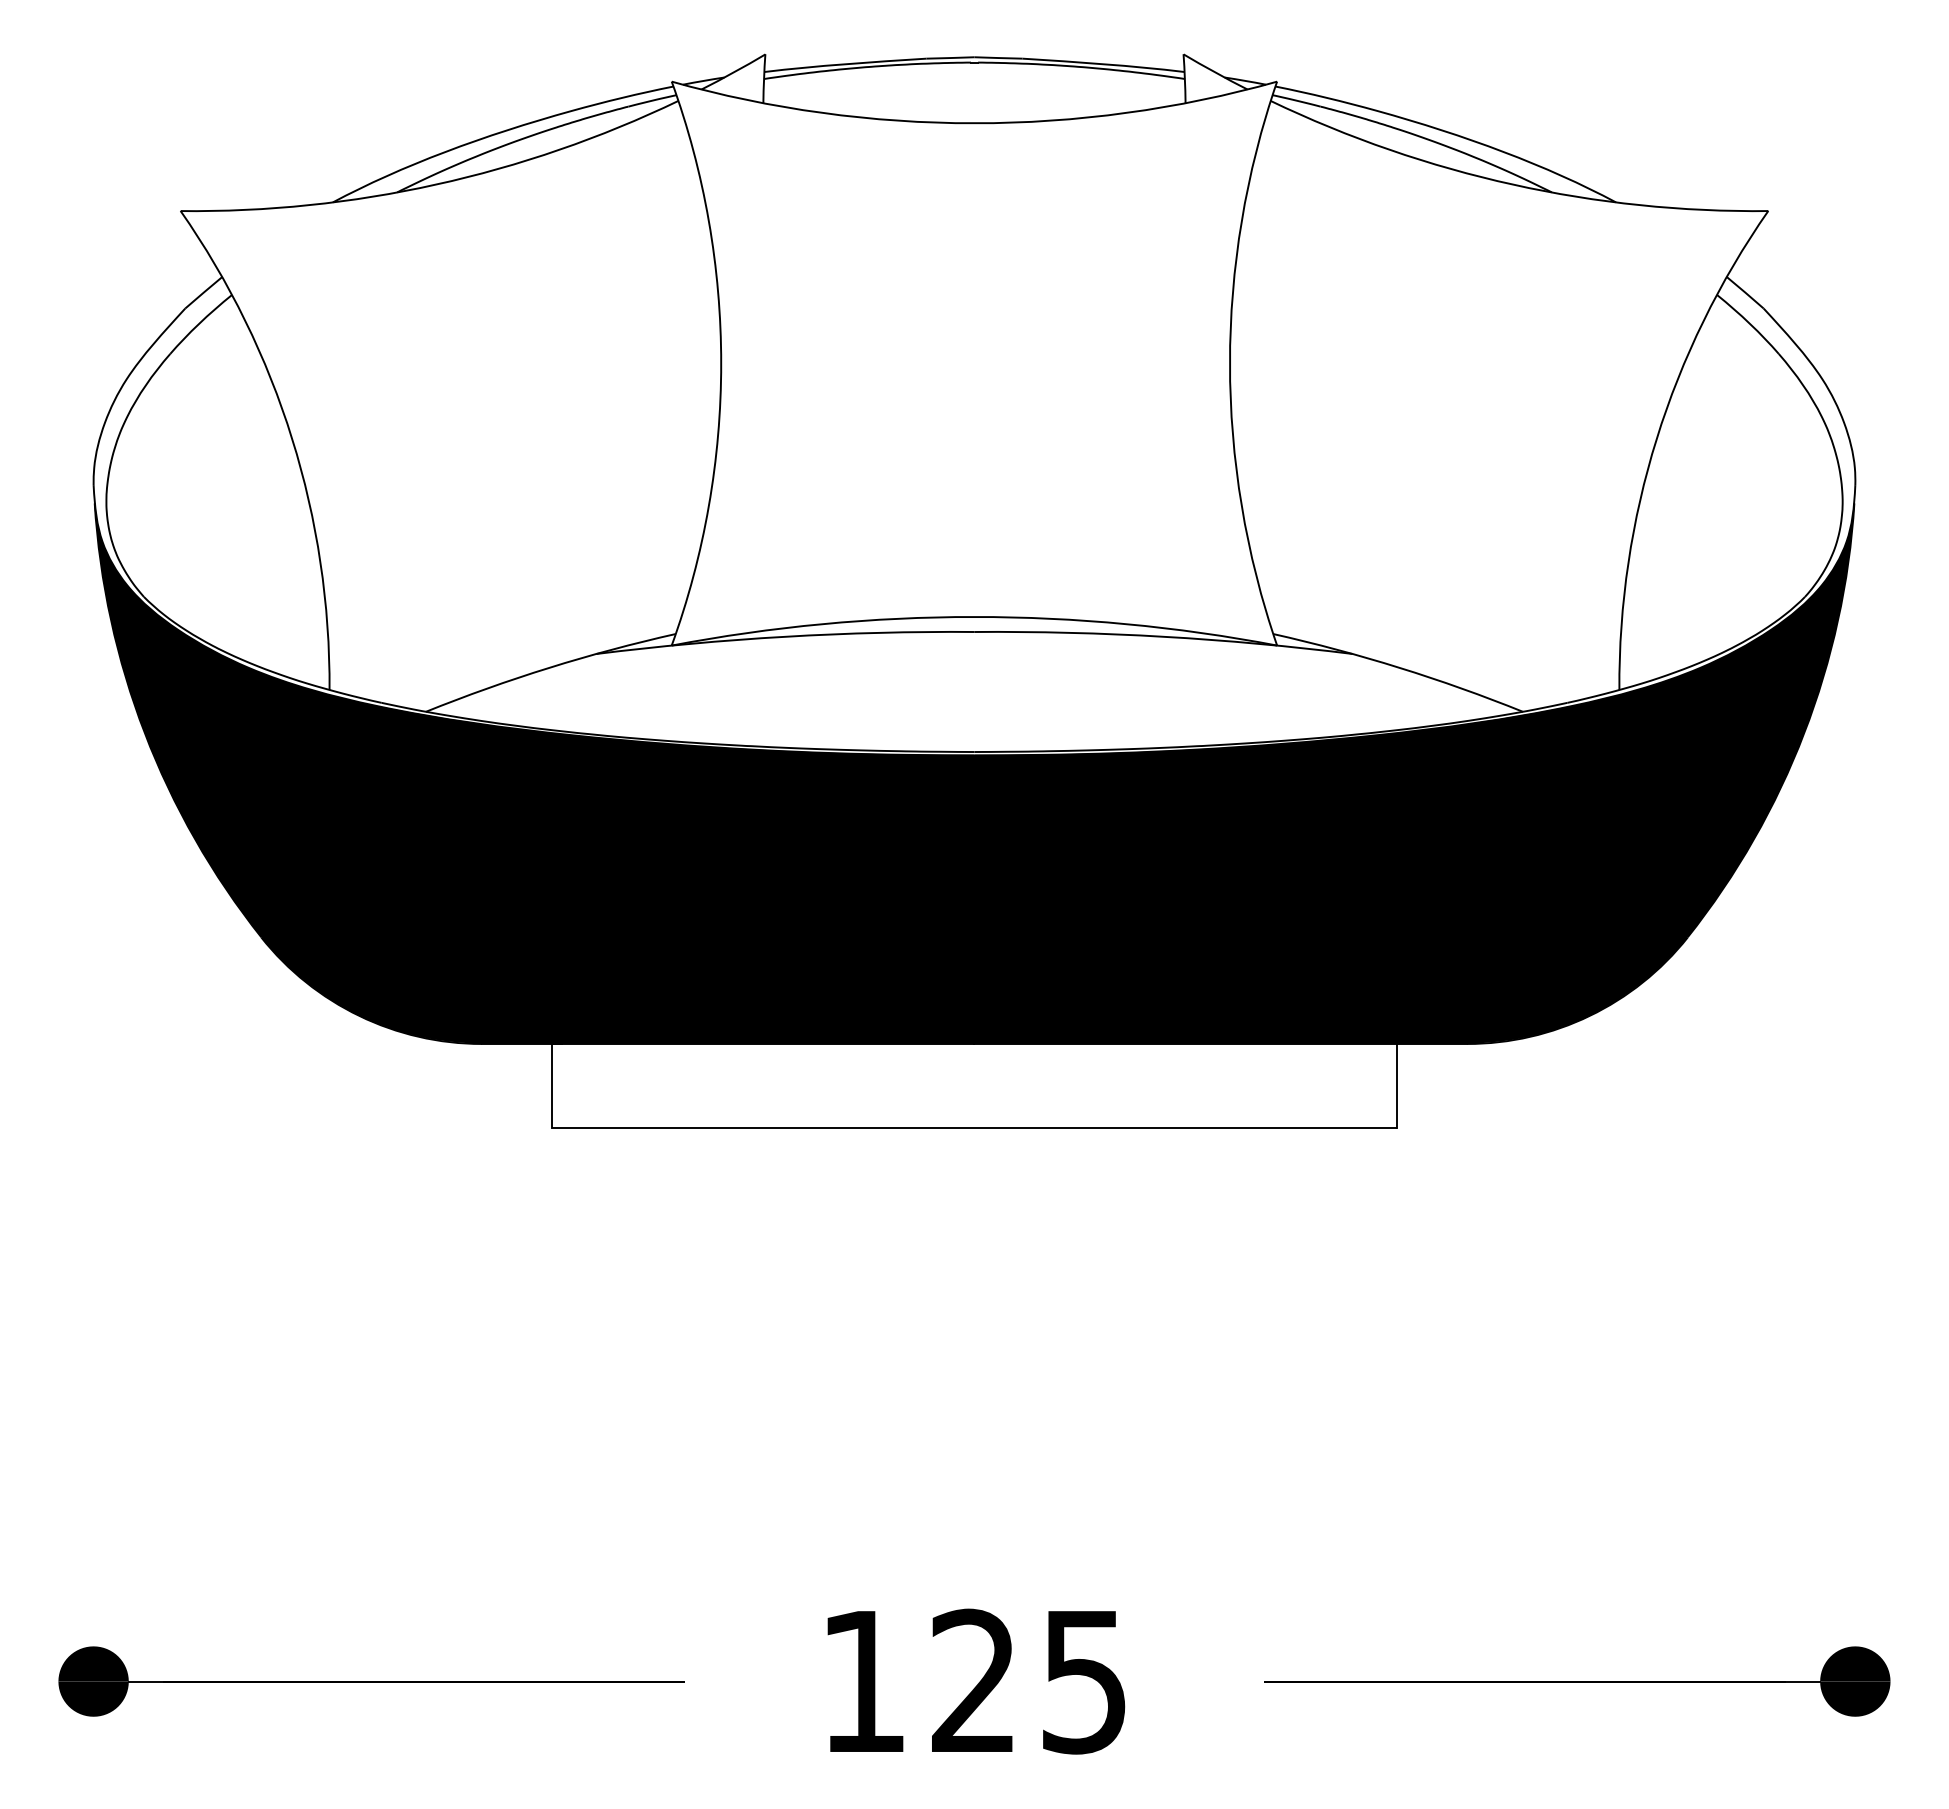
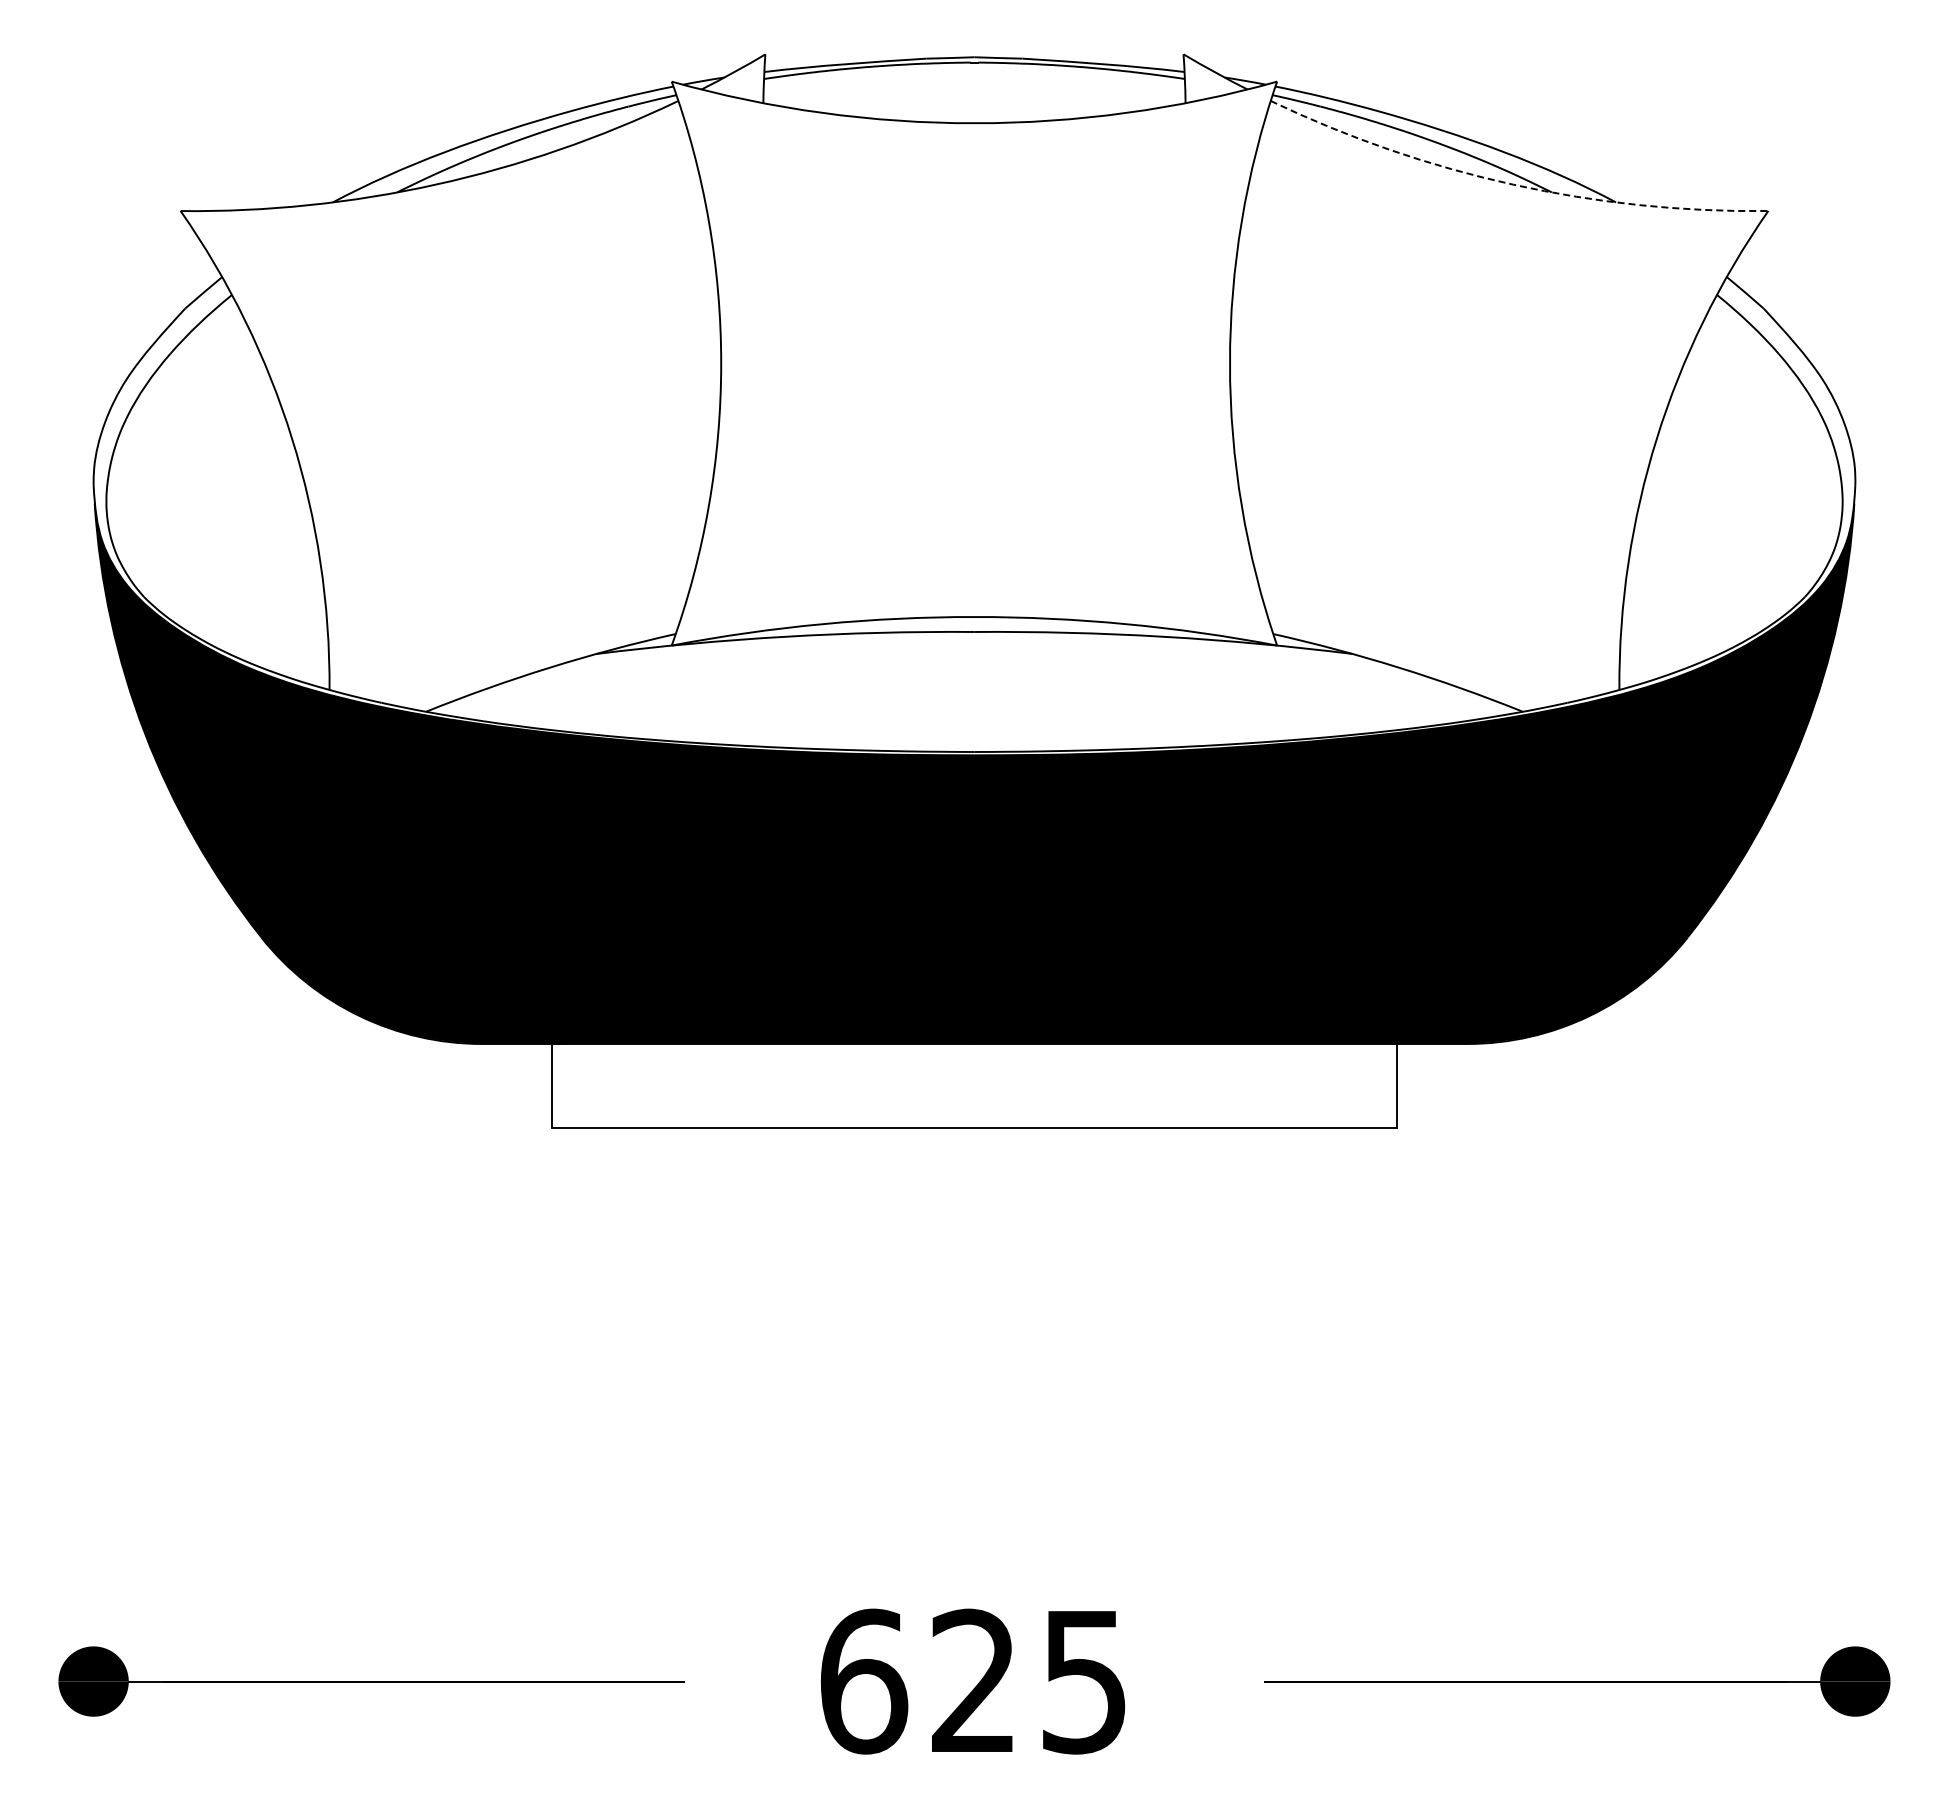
arc at (1513, 184): solid -> dashed
text at (864, 1681): 125 -> 625
